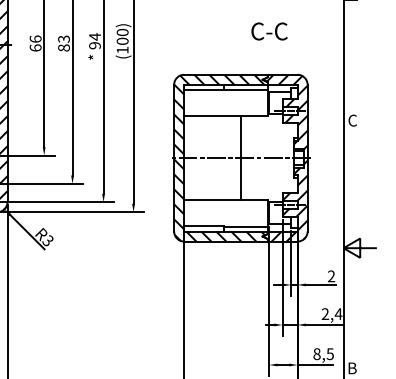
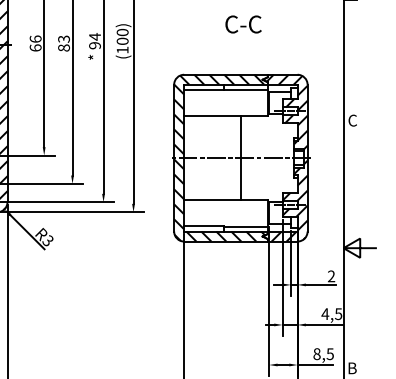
text at (269, 31) position: (269, 31) -> (243, 24)
text at (331, 314): 2,4 -> 4,5
